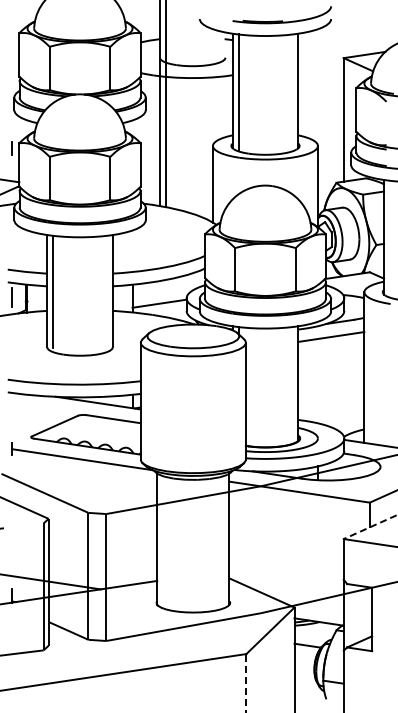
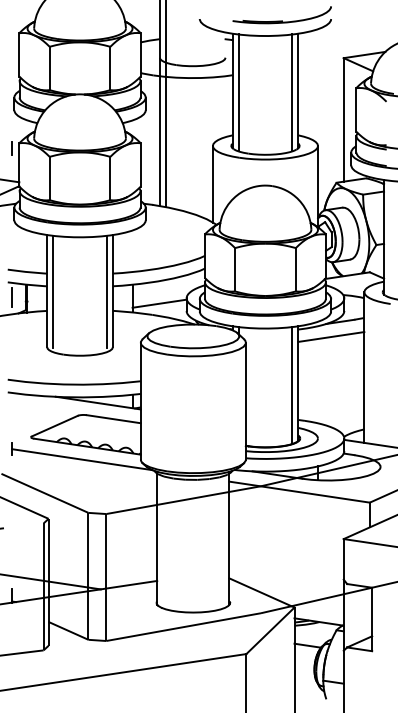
line at (292, 92): none -> present
line at (106, 291): none -> present
line at (292, 385): none -> present
line at (370, 527): dashed -> solid
line at (246, 683): dashed -> solid
